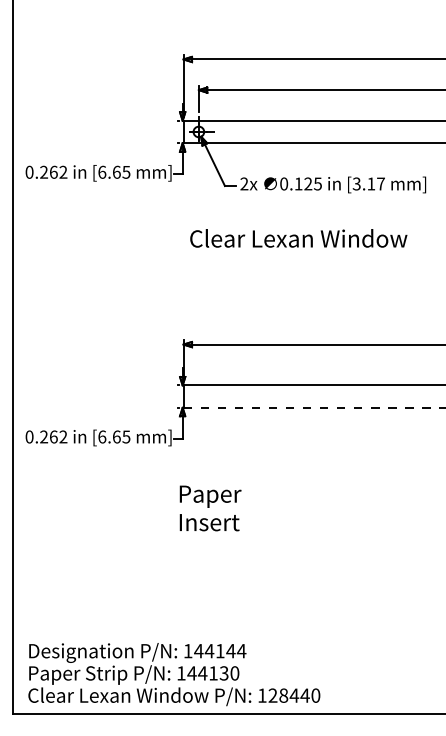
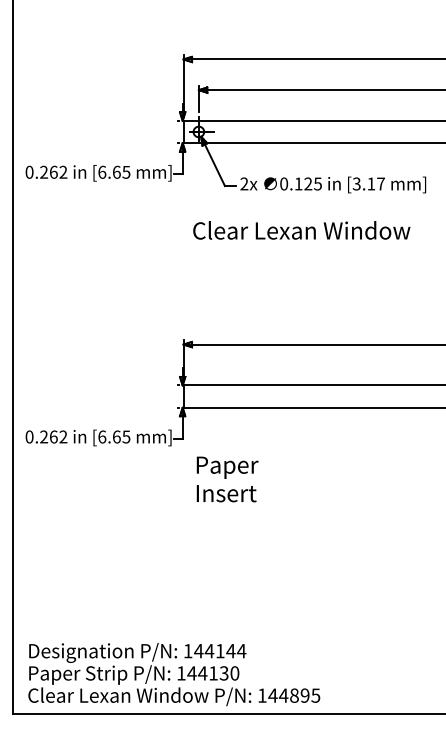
text at (298, 238) position: (298, 238) -> (301, 230)
line at (314, 407): dashed -> solid
text at (210, 508) position: (210, 508) -> (227, 479)
text at (294, 695): 128440 -> 144895
